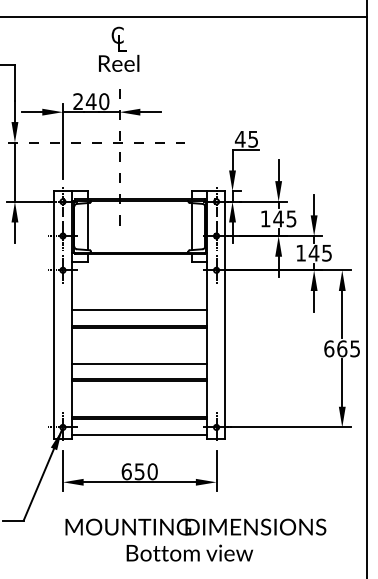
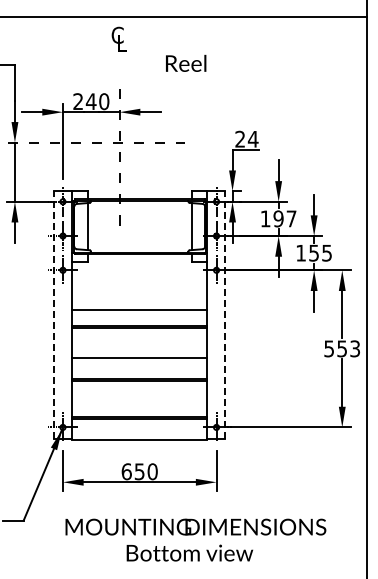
text at (119, 62) position: (119, 62) -> (186, 62)
text at (246, 138): 45 -> 24
text at (284, 218): 145 -> 197
text at (313, 253): 145 -> 155
line at (54, 314): solid -> dashed
line at (225, 314): solid -> dashed
text at (342, 348): 665 -> 553
line at (139, 363) position: (139, 363) -> (139, 357)
line at (139, 434) position: (139, 434) -> (139, 439)
